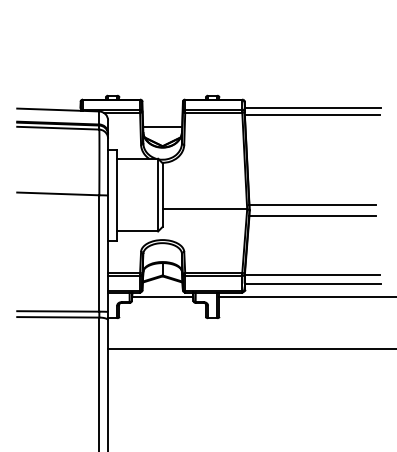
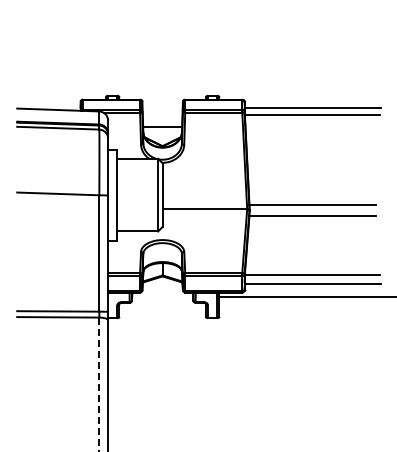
line at (162, 297): present -> none
line at (250, 348): present -> none
line at (99, 384): solid -> dashed
